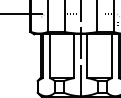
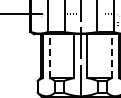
line at (49, 56): solid -> dashed
line at (112, 56): solid -> dashed
